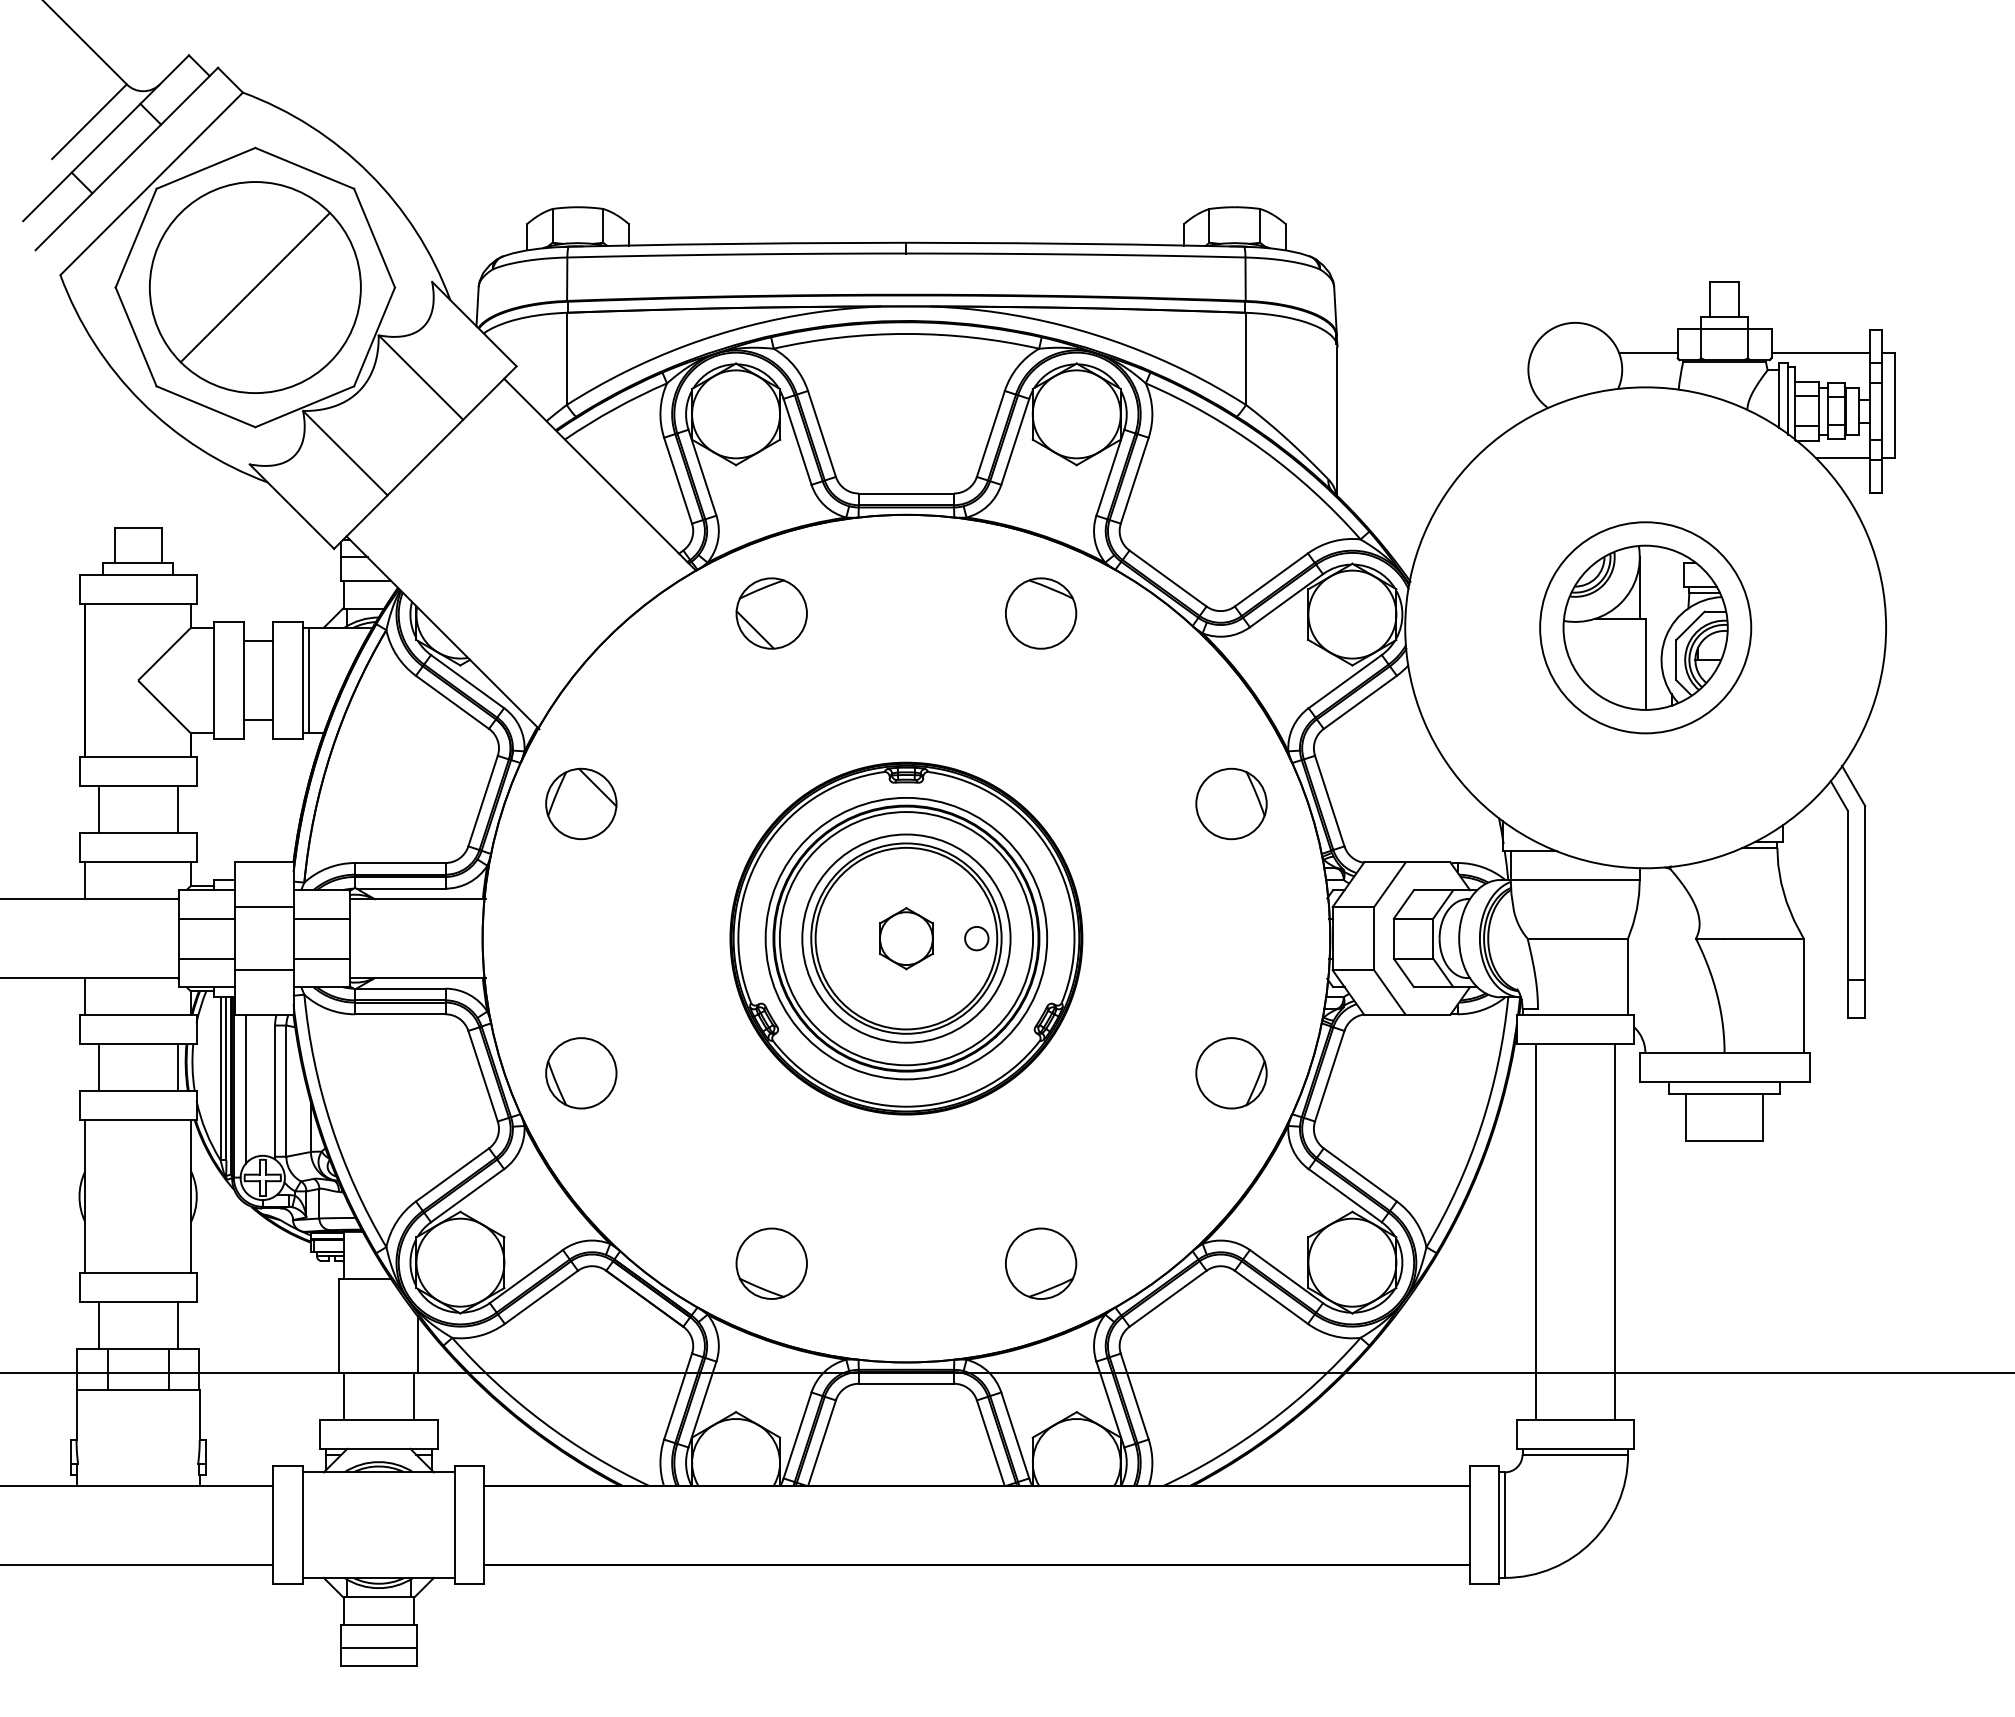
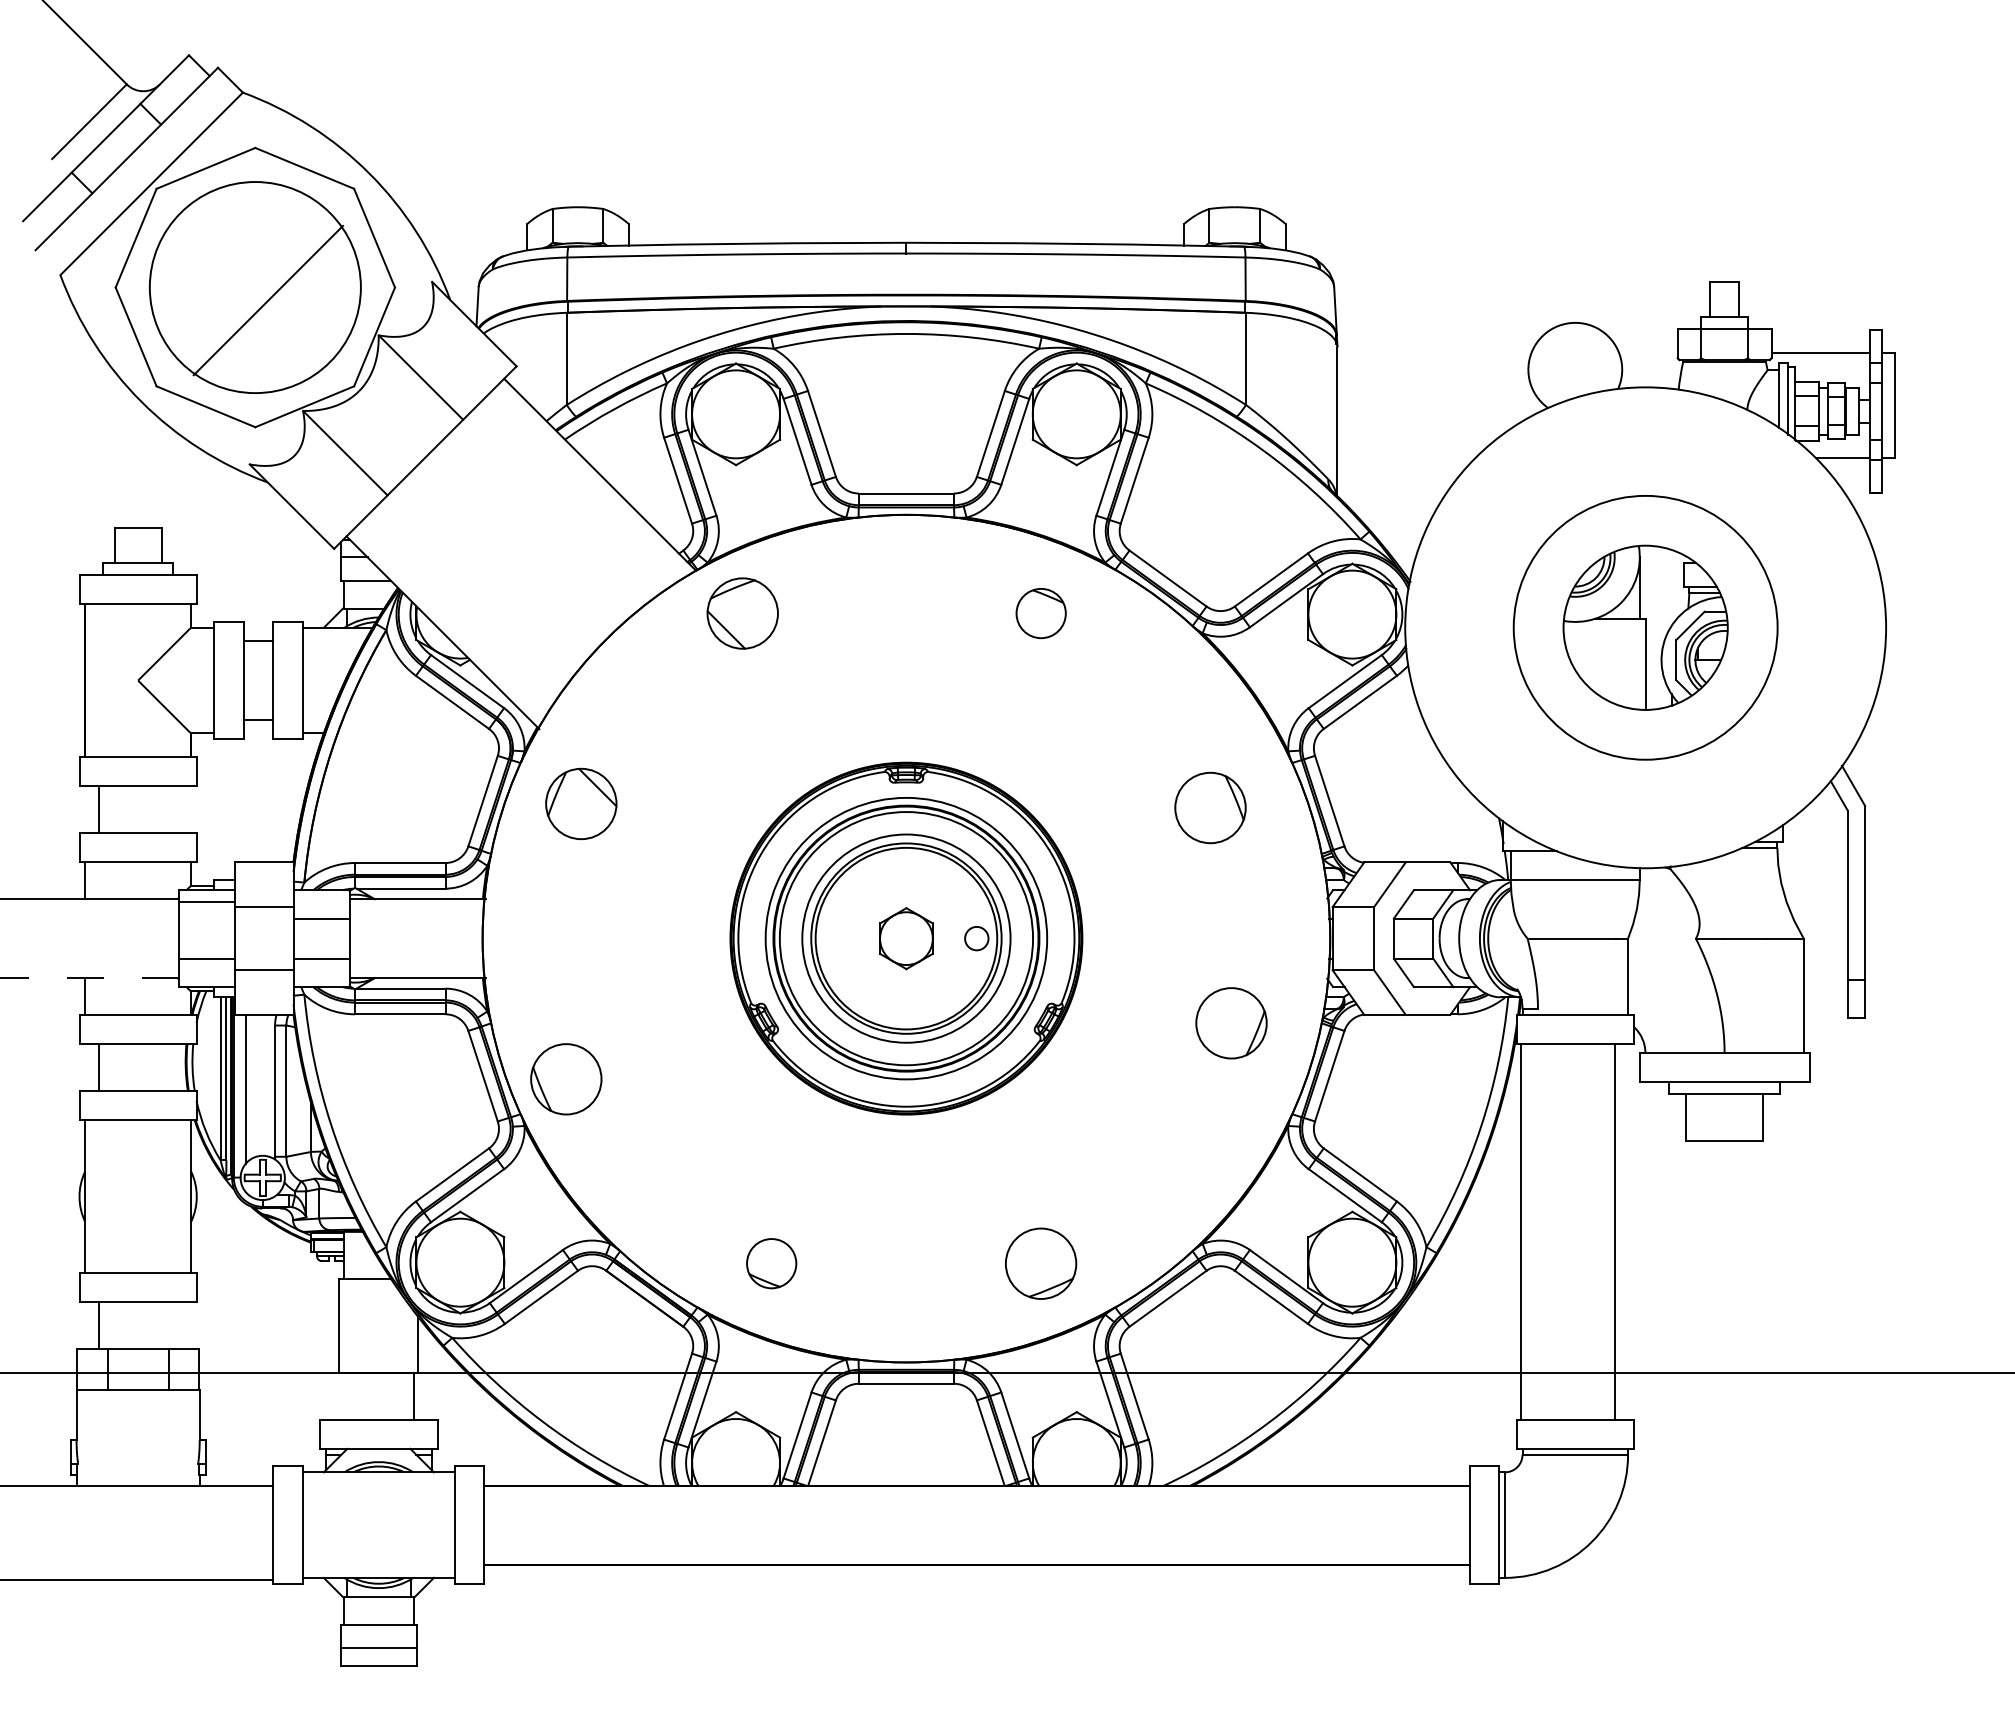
line at (254, 287) position: (254, 287) -> (267, 300)
line at (1647, 352): present -> none
part at (771, 613) position: (771, 613) -> (742, 613)
part at (1041, 613) size: 73x73 px -> 52x52 px
circle at (1645, 627) diameter: 211 px -> 264 px
line at (308, 680): present -> none
part at (1231, 803) position: (1231, 803) -> (1210, 807)
line at (177, 809): present -> none
line at (207, 918) position: (207, 918) -> (207, 901)
line at (90, 978): solid -> dashed
line at (177, 1067): present -> none
part at (581, 1073) position: (581, 1073) -> (566, 1079)
part at (1231, 1073) position: (1231, 1073) -> (1231, 1023)
line at (1535, 1231) position: (1535, 1231) -> (1520, 1231)
part at (771, 1263) size: 73x73 px -> 52x52 px
line at (177, 1325): present -> none
line at (343, 1395): present -> none
line at (137, 1564) position: (137, 1564) -> (137, 1579)
